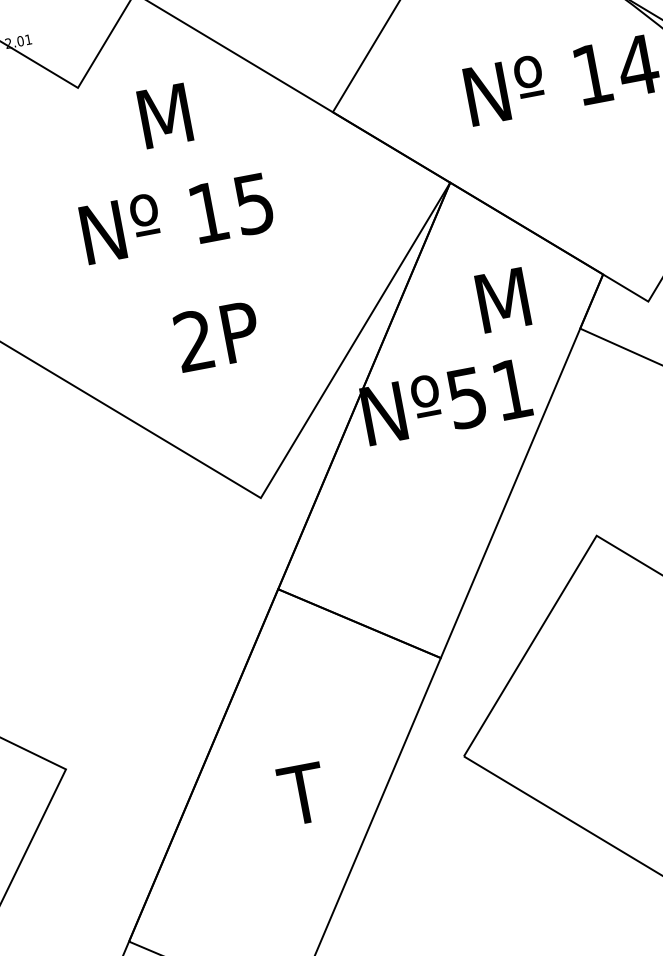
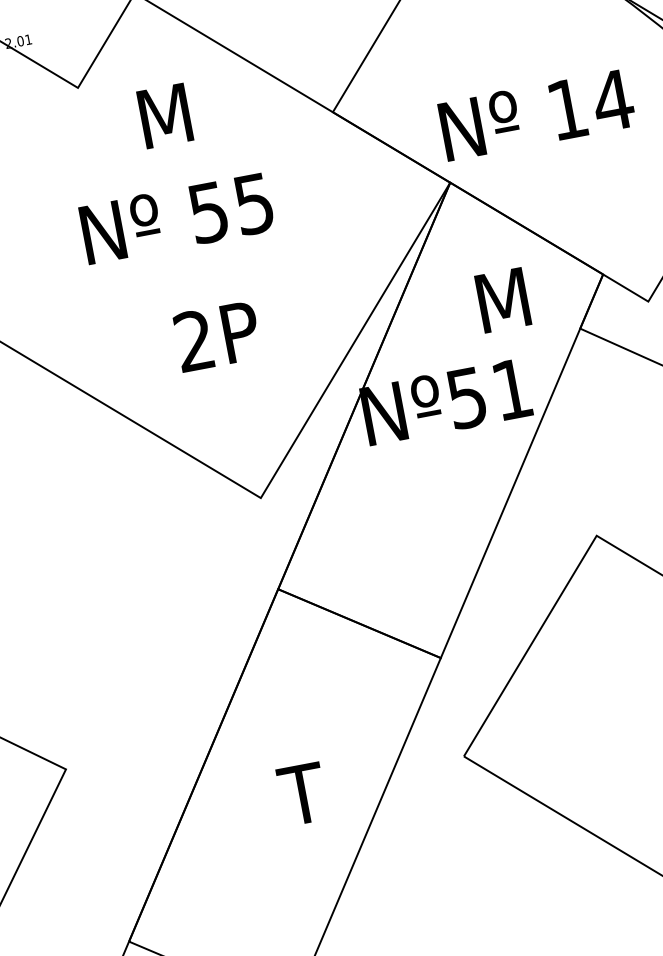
text at (560, 80) position: (560, 80) -> (535, 115)
text at (209, 212): 15 -> 55
